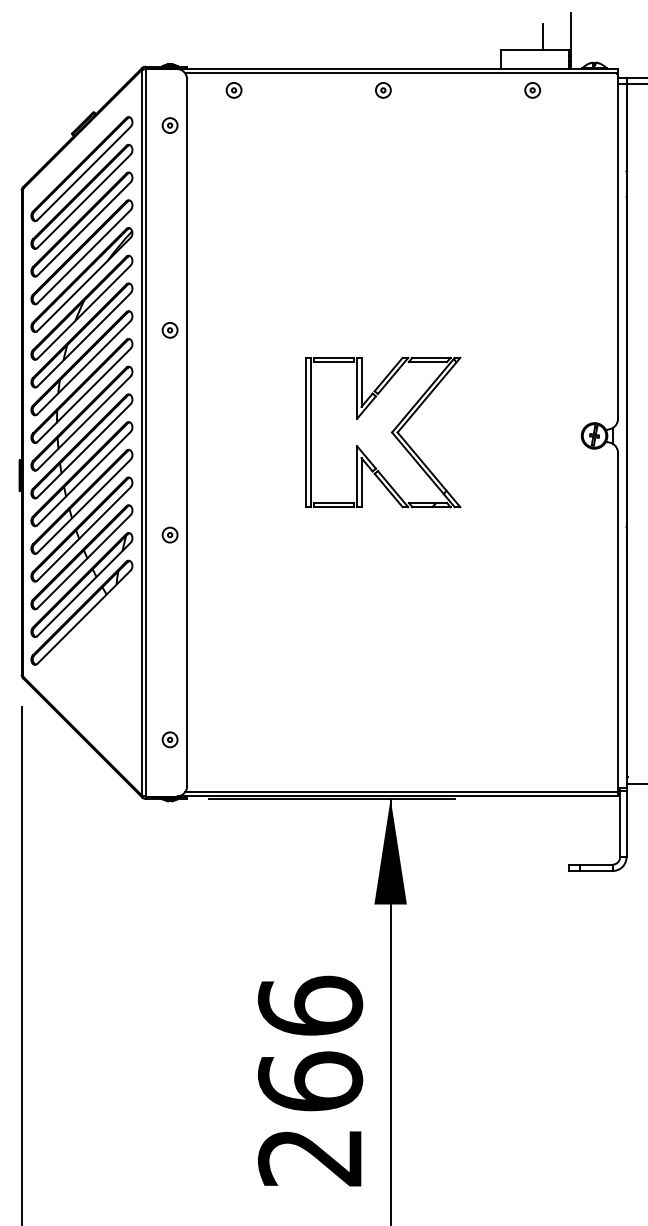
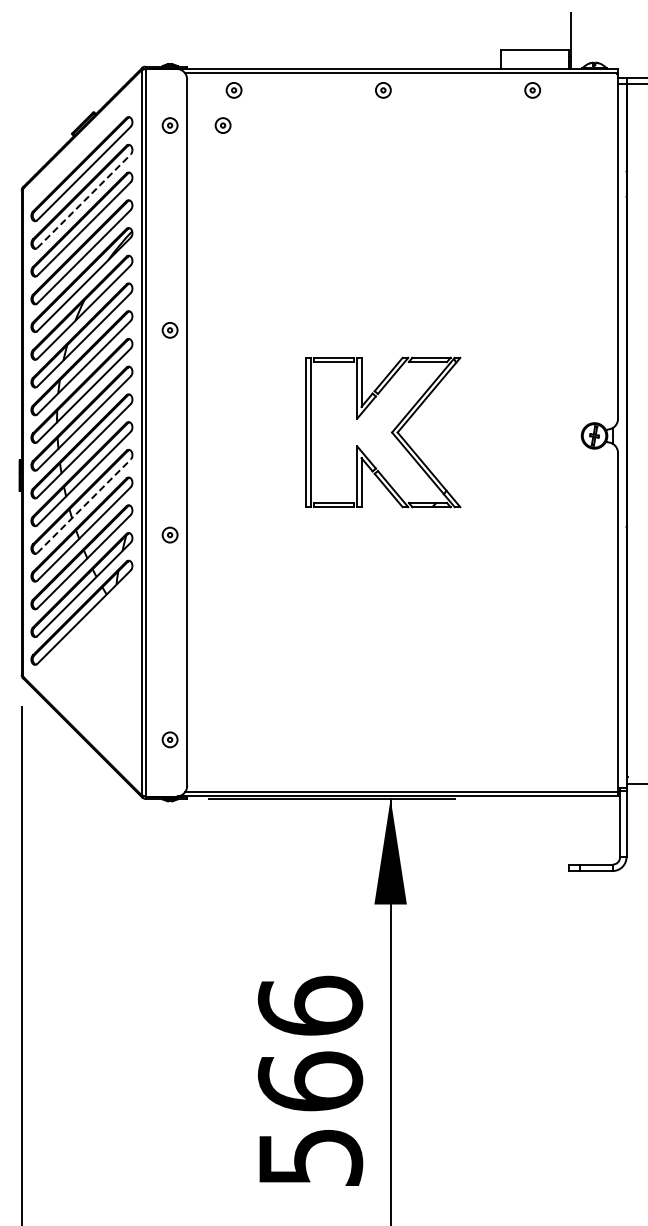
line at (543, 36): present -> none
part at (222, 125): none -> present
line at (84, 200): solid -> dashed
line at (84, 505): solid -> dashed
text at (310, 1157): 266 -> 566
